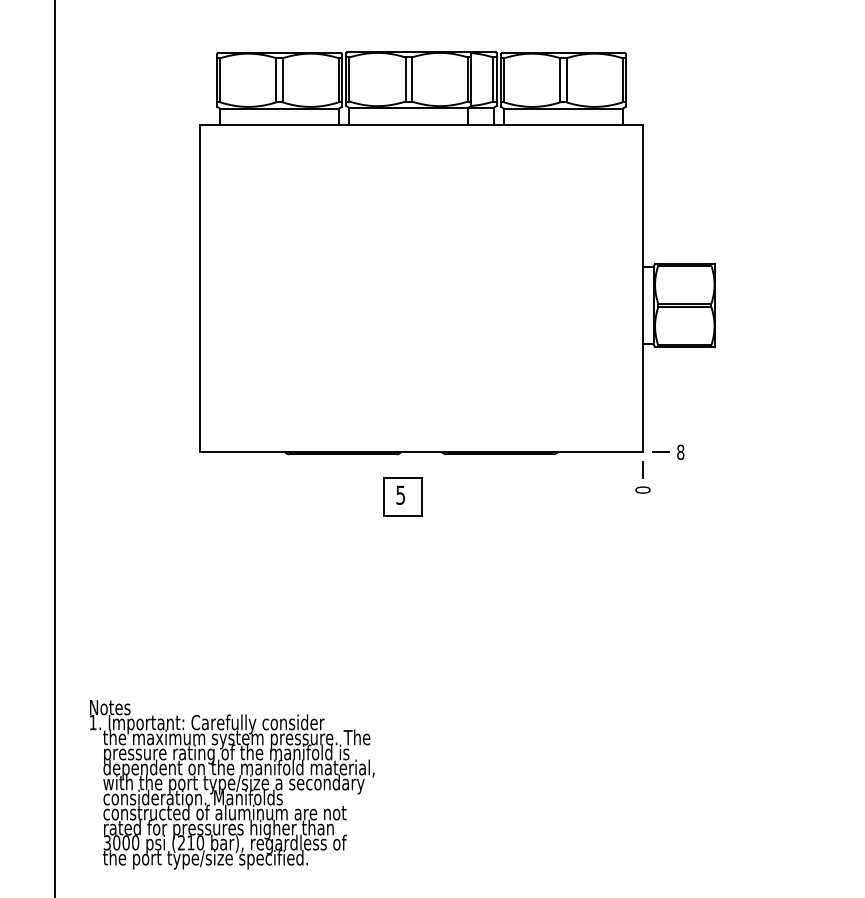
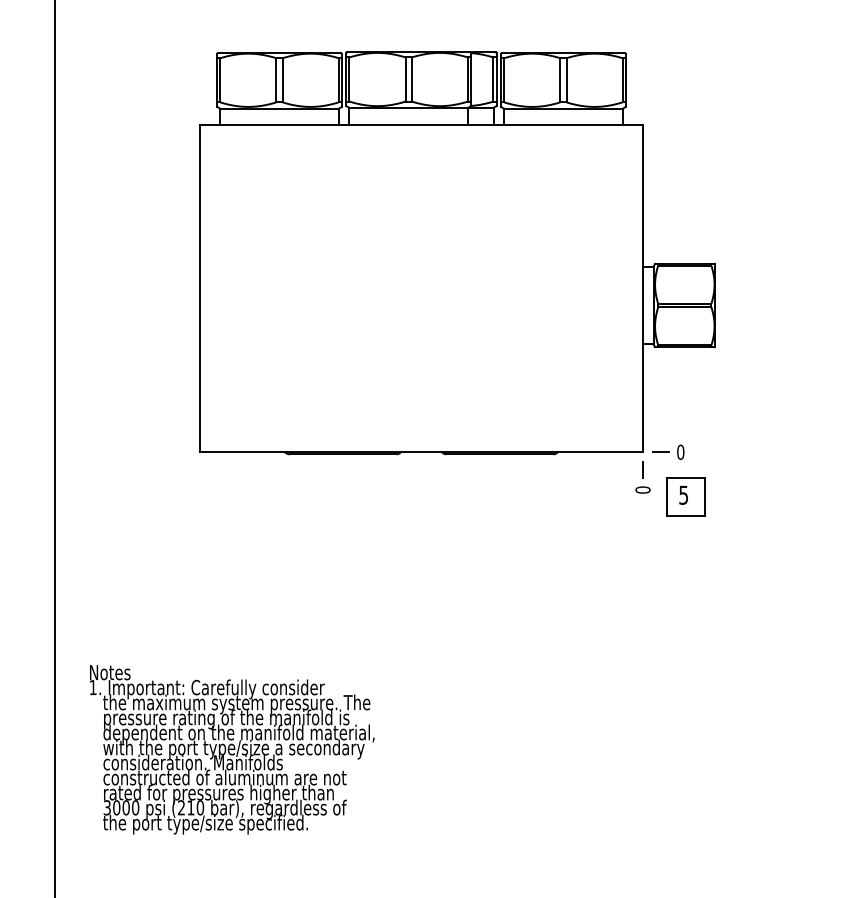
text at (680, 452): 8 -> 0
part at (402, 496) position: (402, 496) -> (685, 496)
text at (232, 784) position: (232, 784) -> (232, 749)
